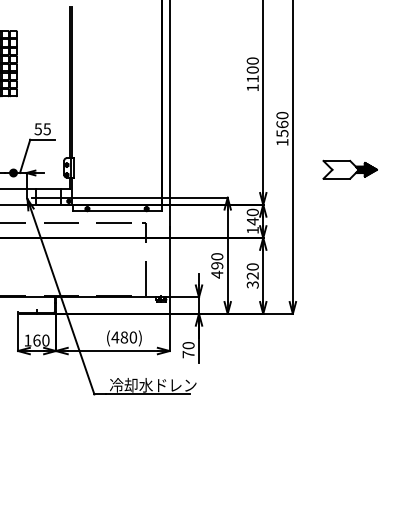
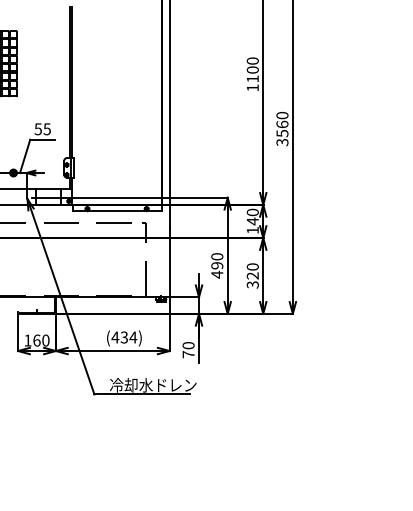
text at (282, 142): 1560 -> 3560
part at (349, 169): present -> none
text at (128, 337): (480) -> (434)
